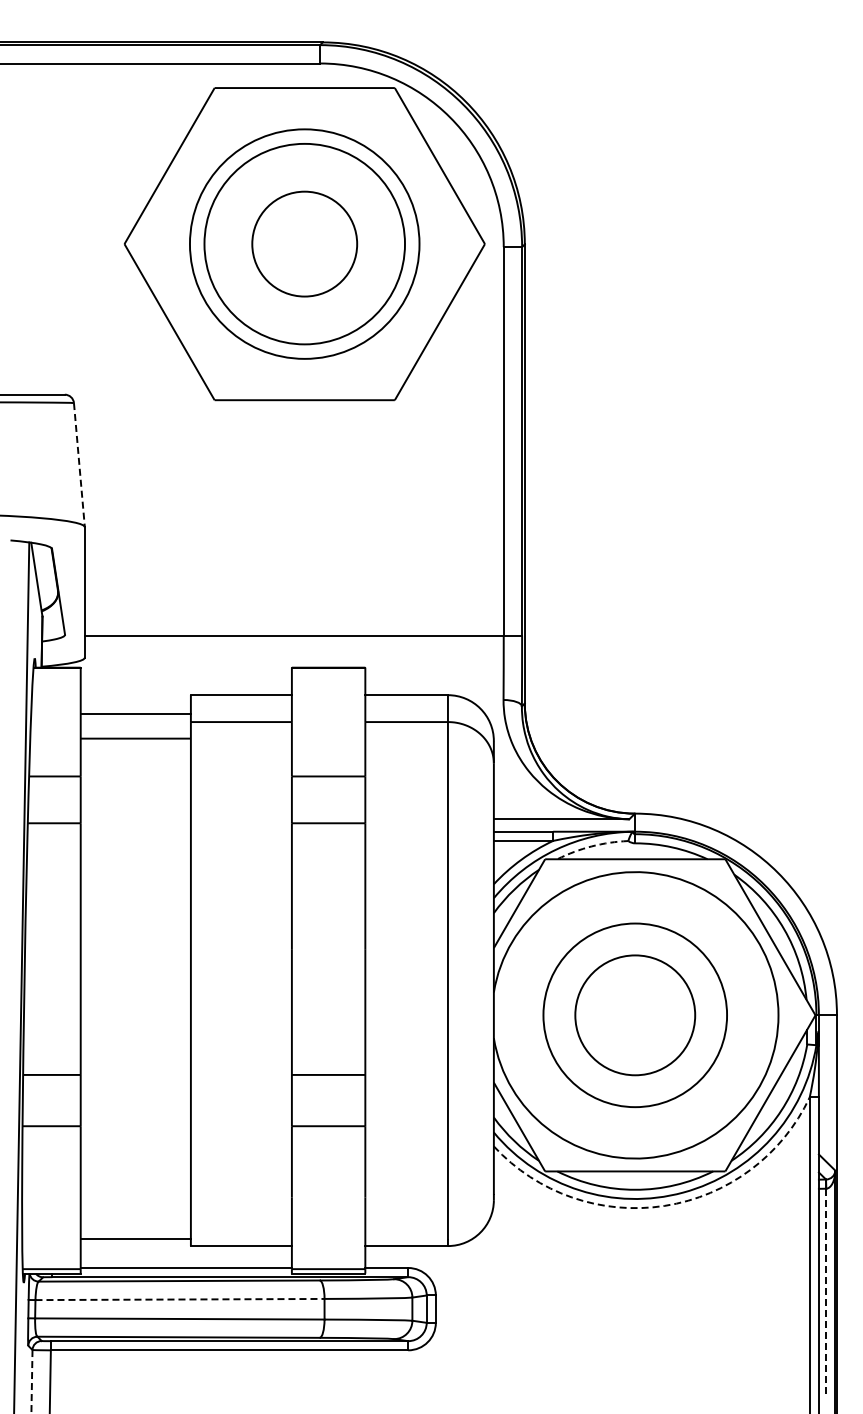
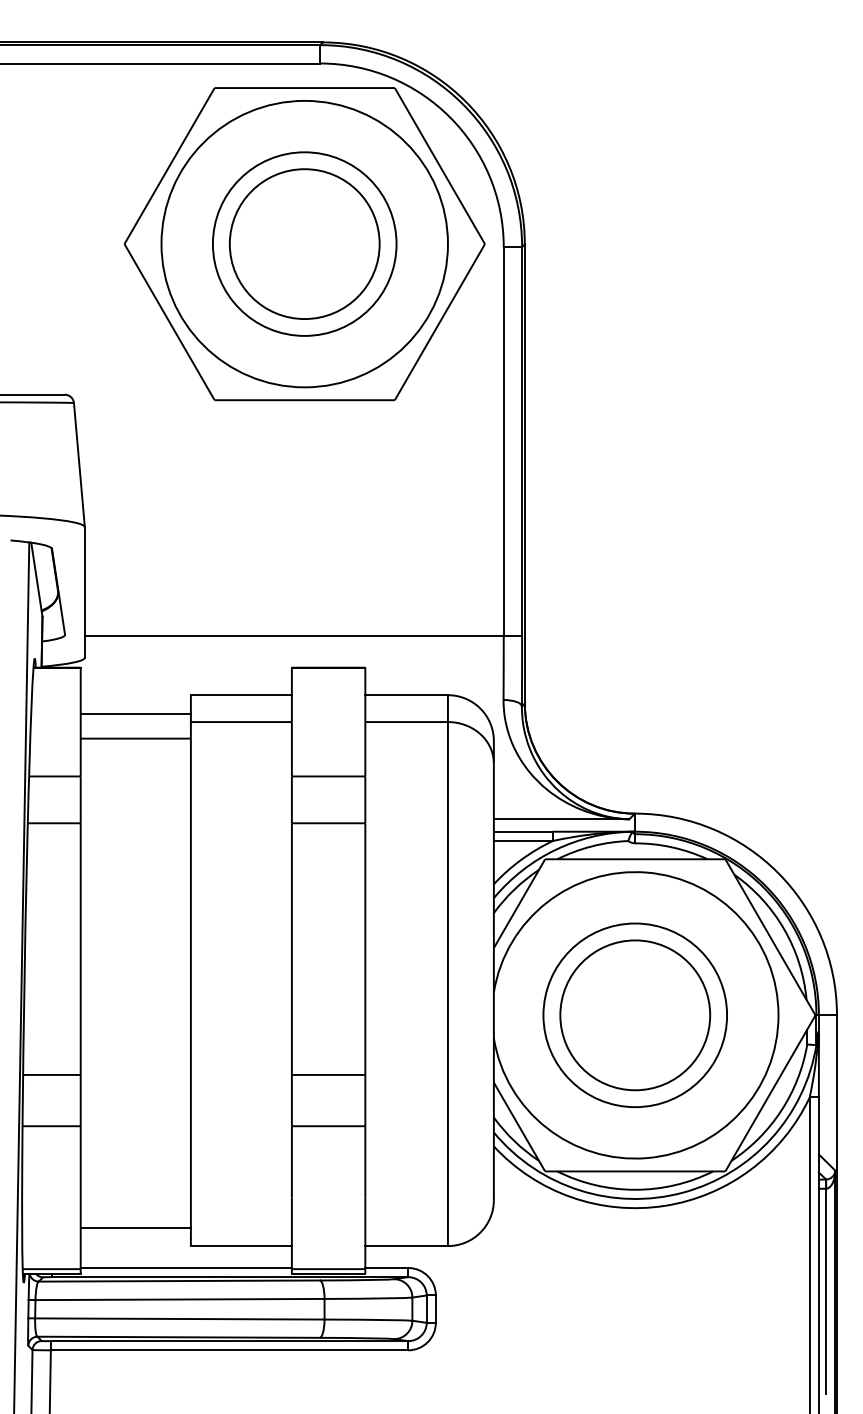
circle at (304, 243) diameter: 105 px -> 150 px
circle at (304, 243) diameter: 201 px -> 286 px
circle at (304, 243) diameter: 230 px -> 184 px
line at (79, 465): dashed -> solid
arc at (591, 846): dashed -> solid
circle at (635, 1015) diameter: 120 px -> 150 px
arc at (664, 1205): dashed -> solid
line at (135, 1238) position: (135, 1238) -> (135, 1227)
line at (826, 1291): dashed -> solid
line at (180, 1299): dashed -> solid
line at (31, 1381): dashed -> solid
